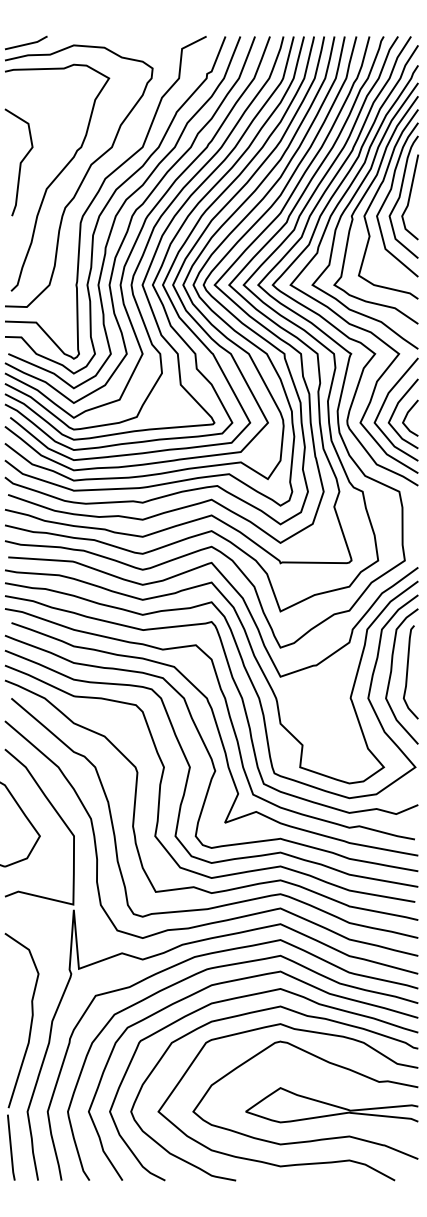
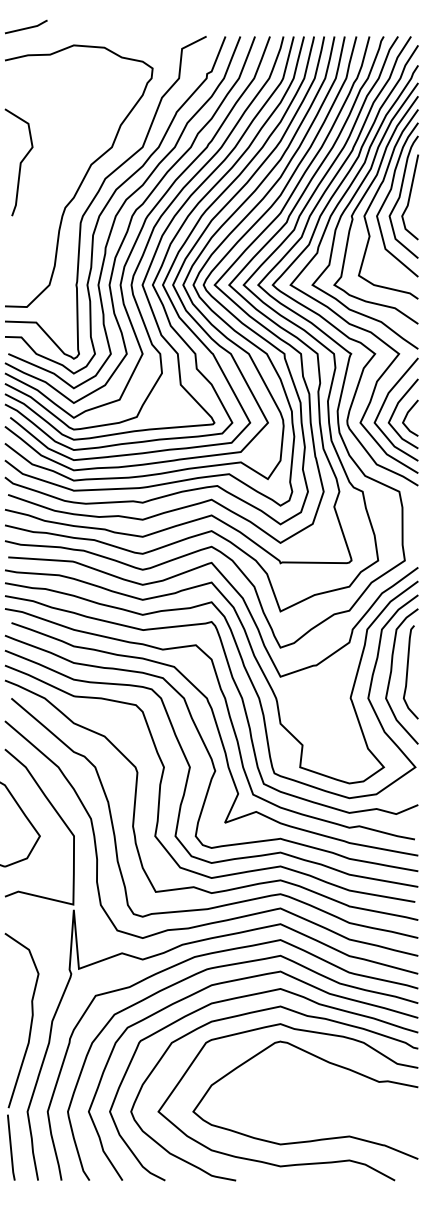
line at (26, 43) position: (26, 43) -> (26, 27)
curve at (57, 177): present -> none
curve at (331, 1105): present -> none
